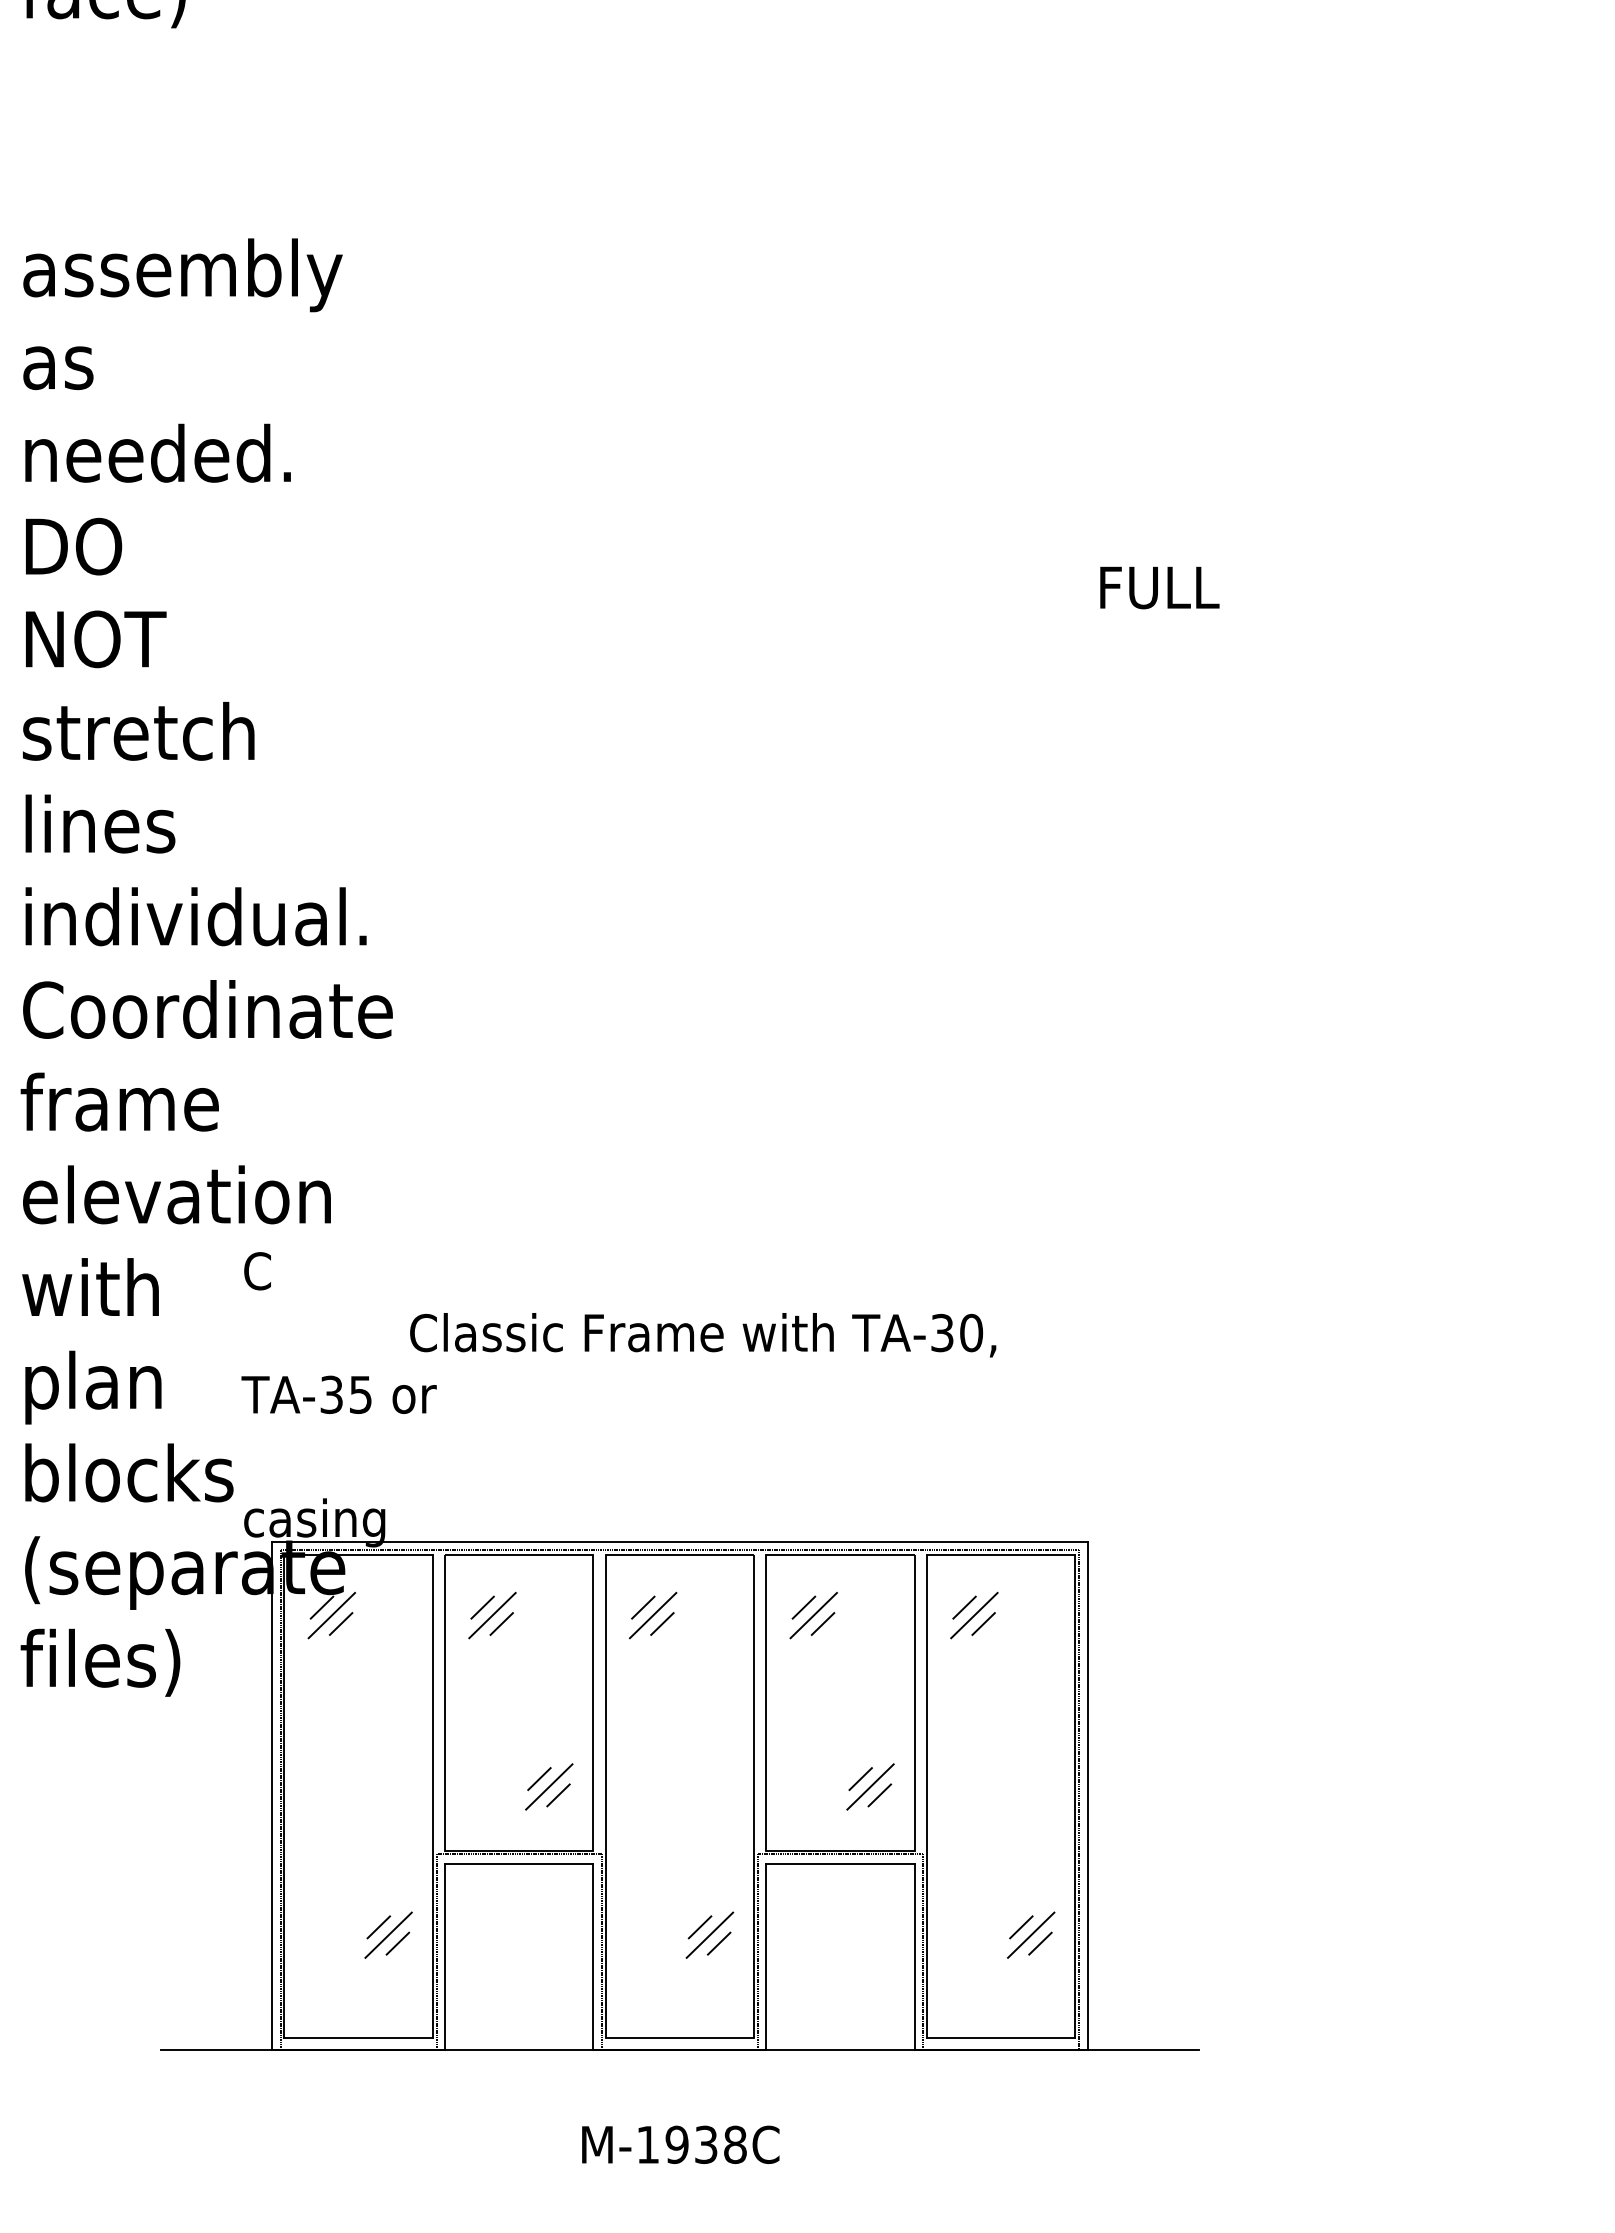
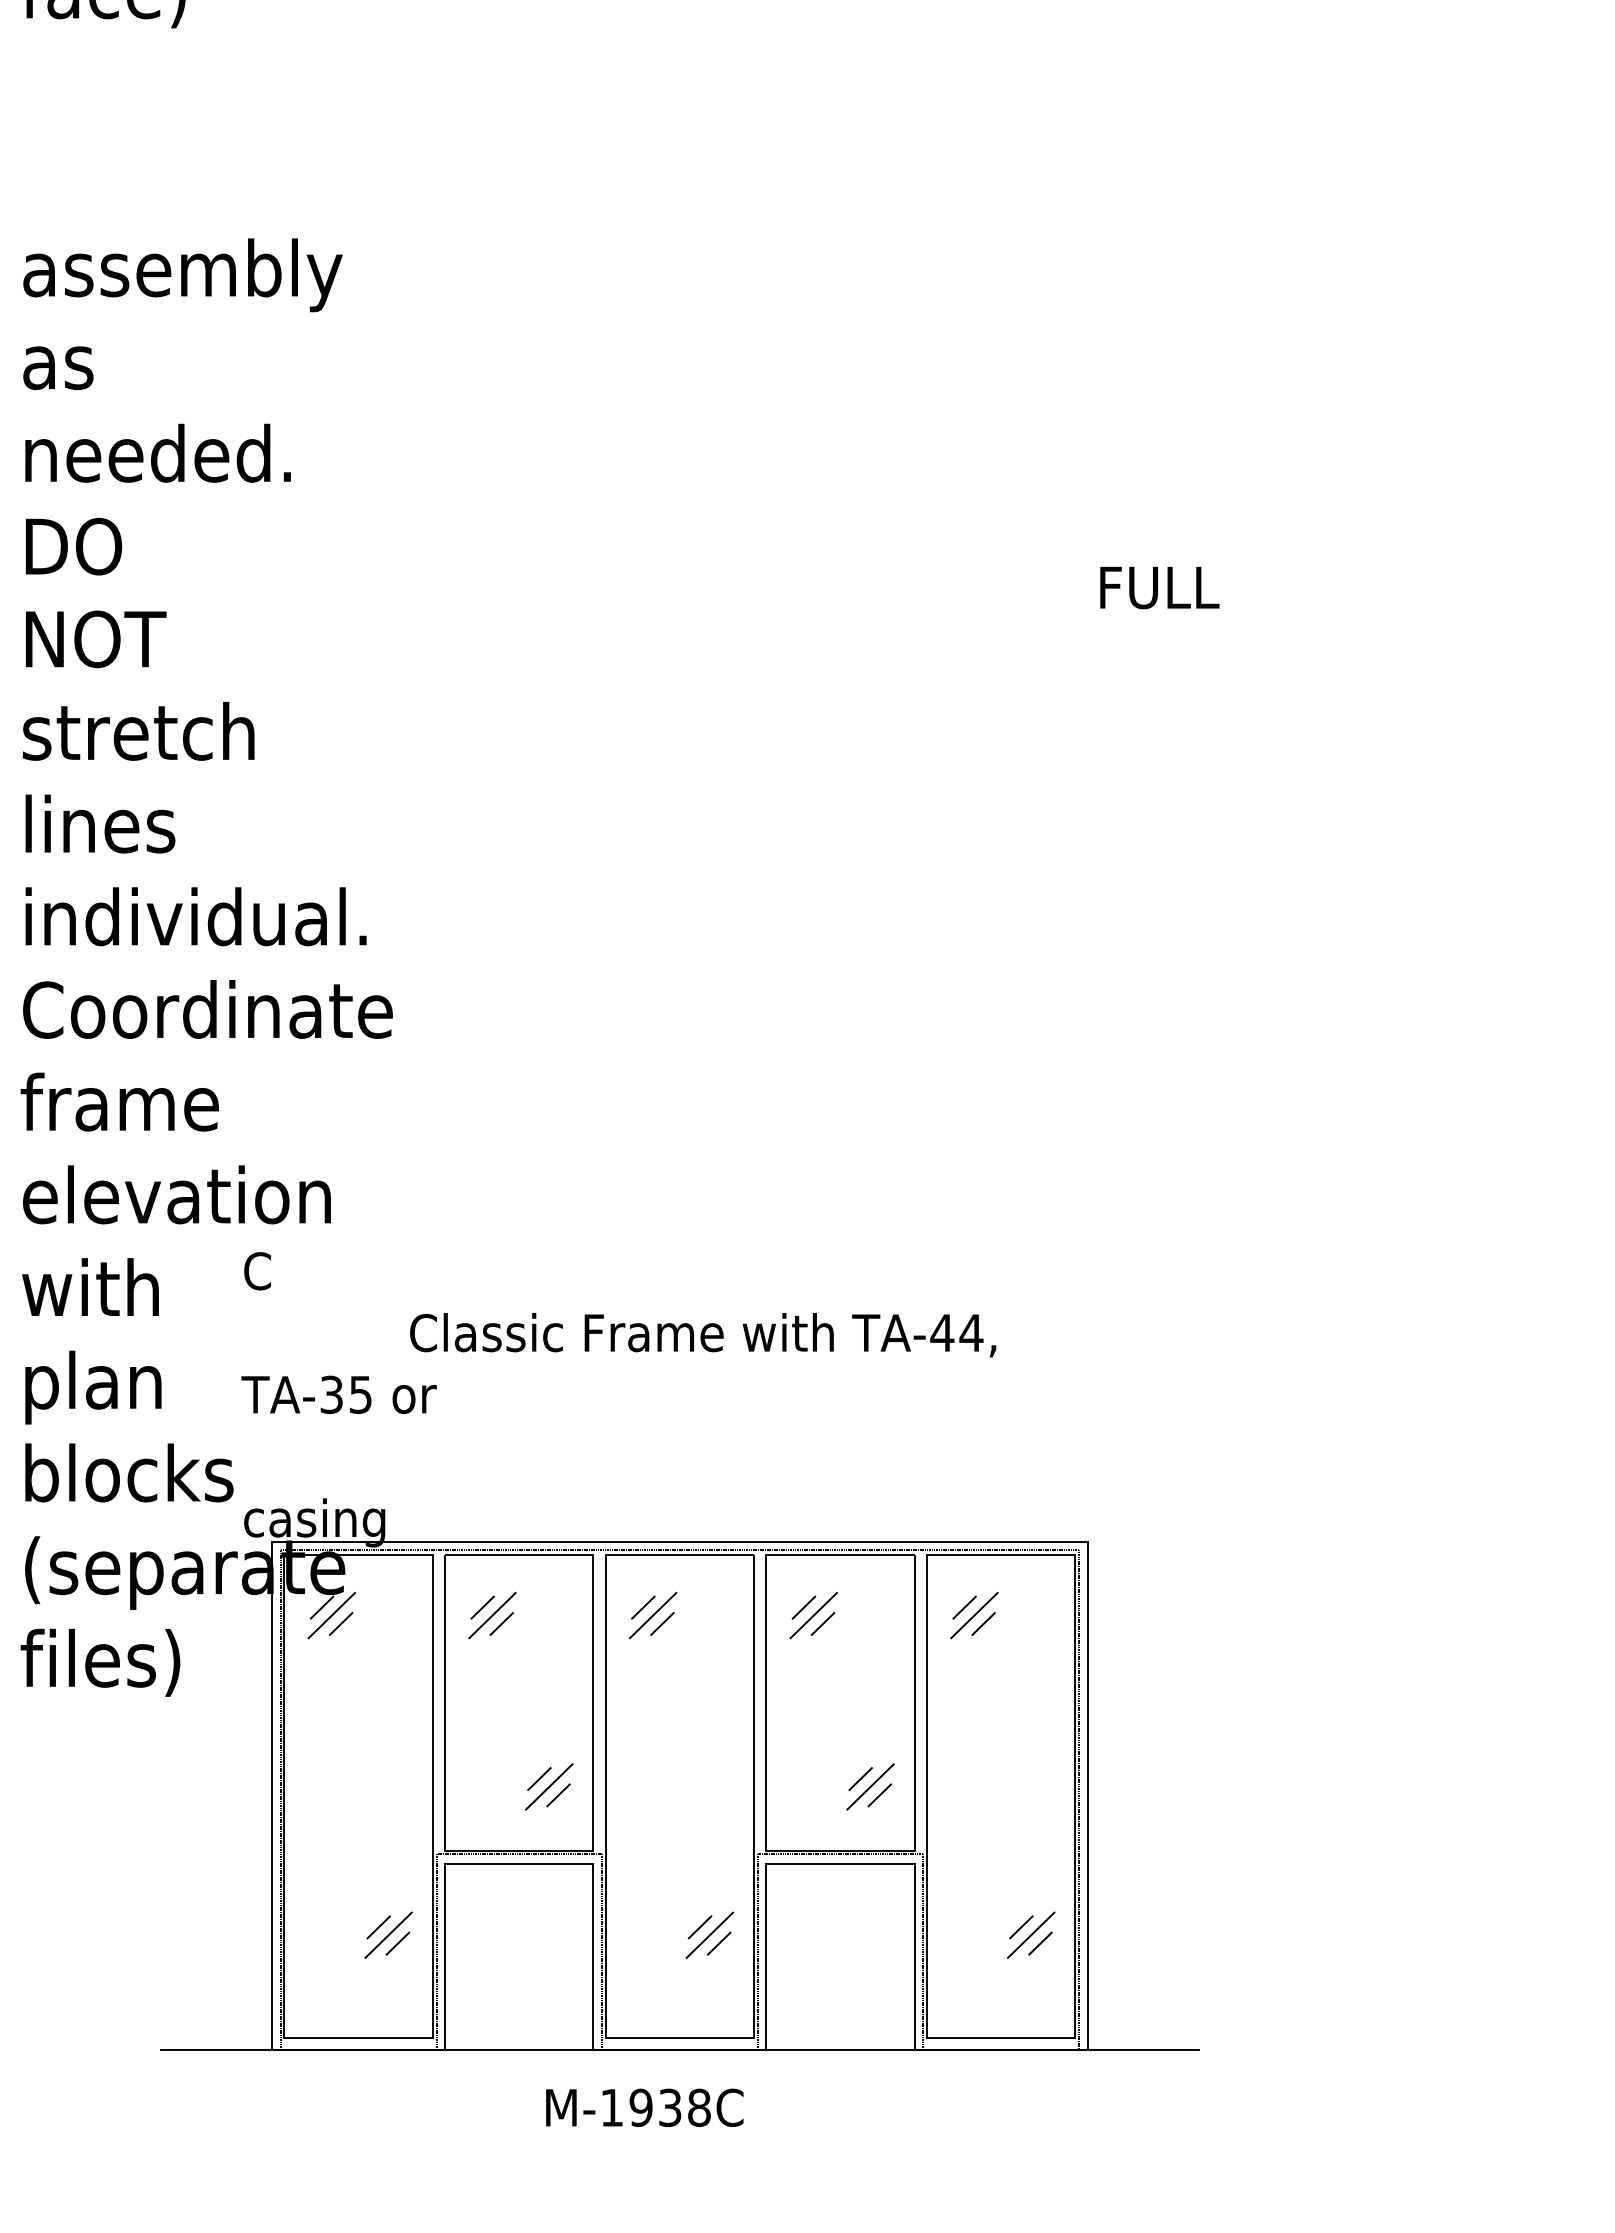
text at (956, 1332): TA-30, -> TA-44,
text at (680, 2144) position: (680, 2144) -> (644, 2107)
